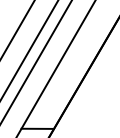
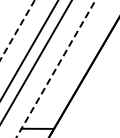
line at (17, 30): solid -> dashed
line at (55, 69): solid -> dashed
